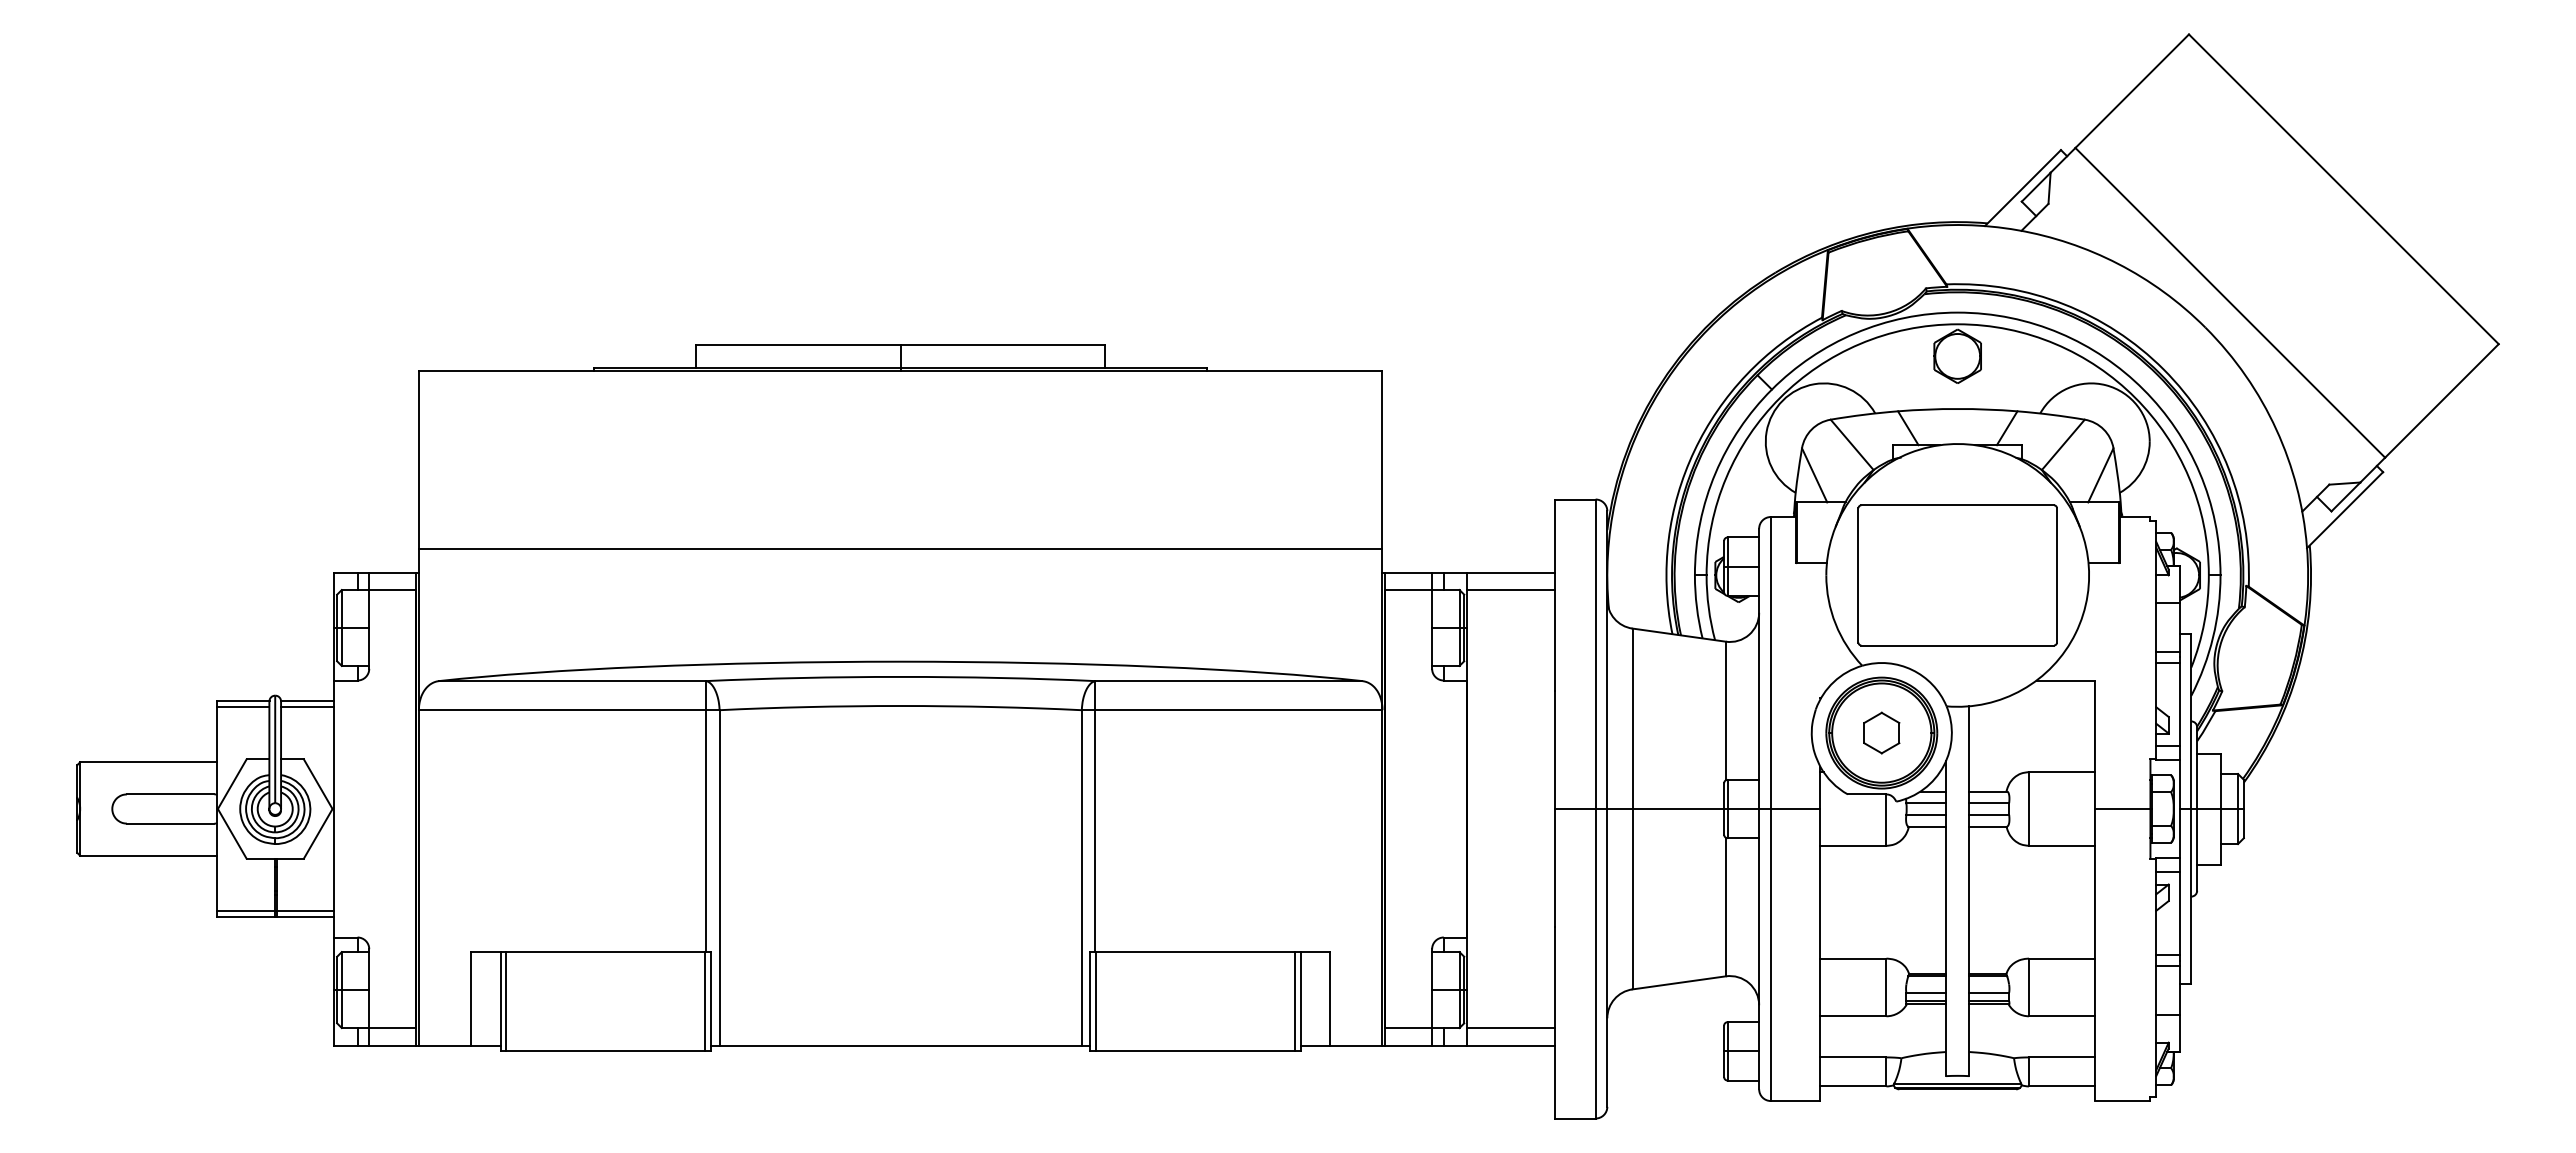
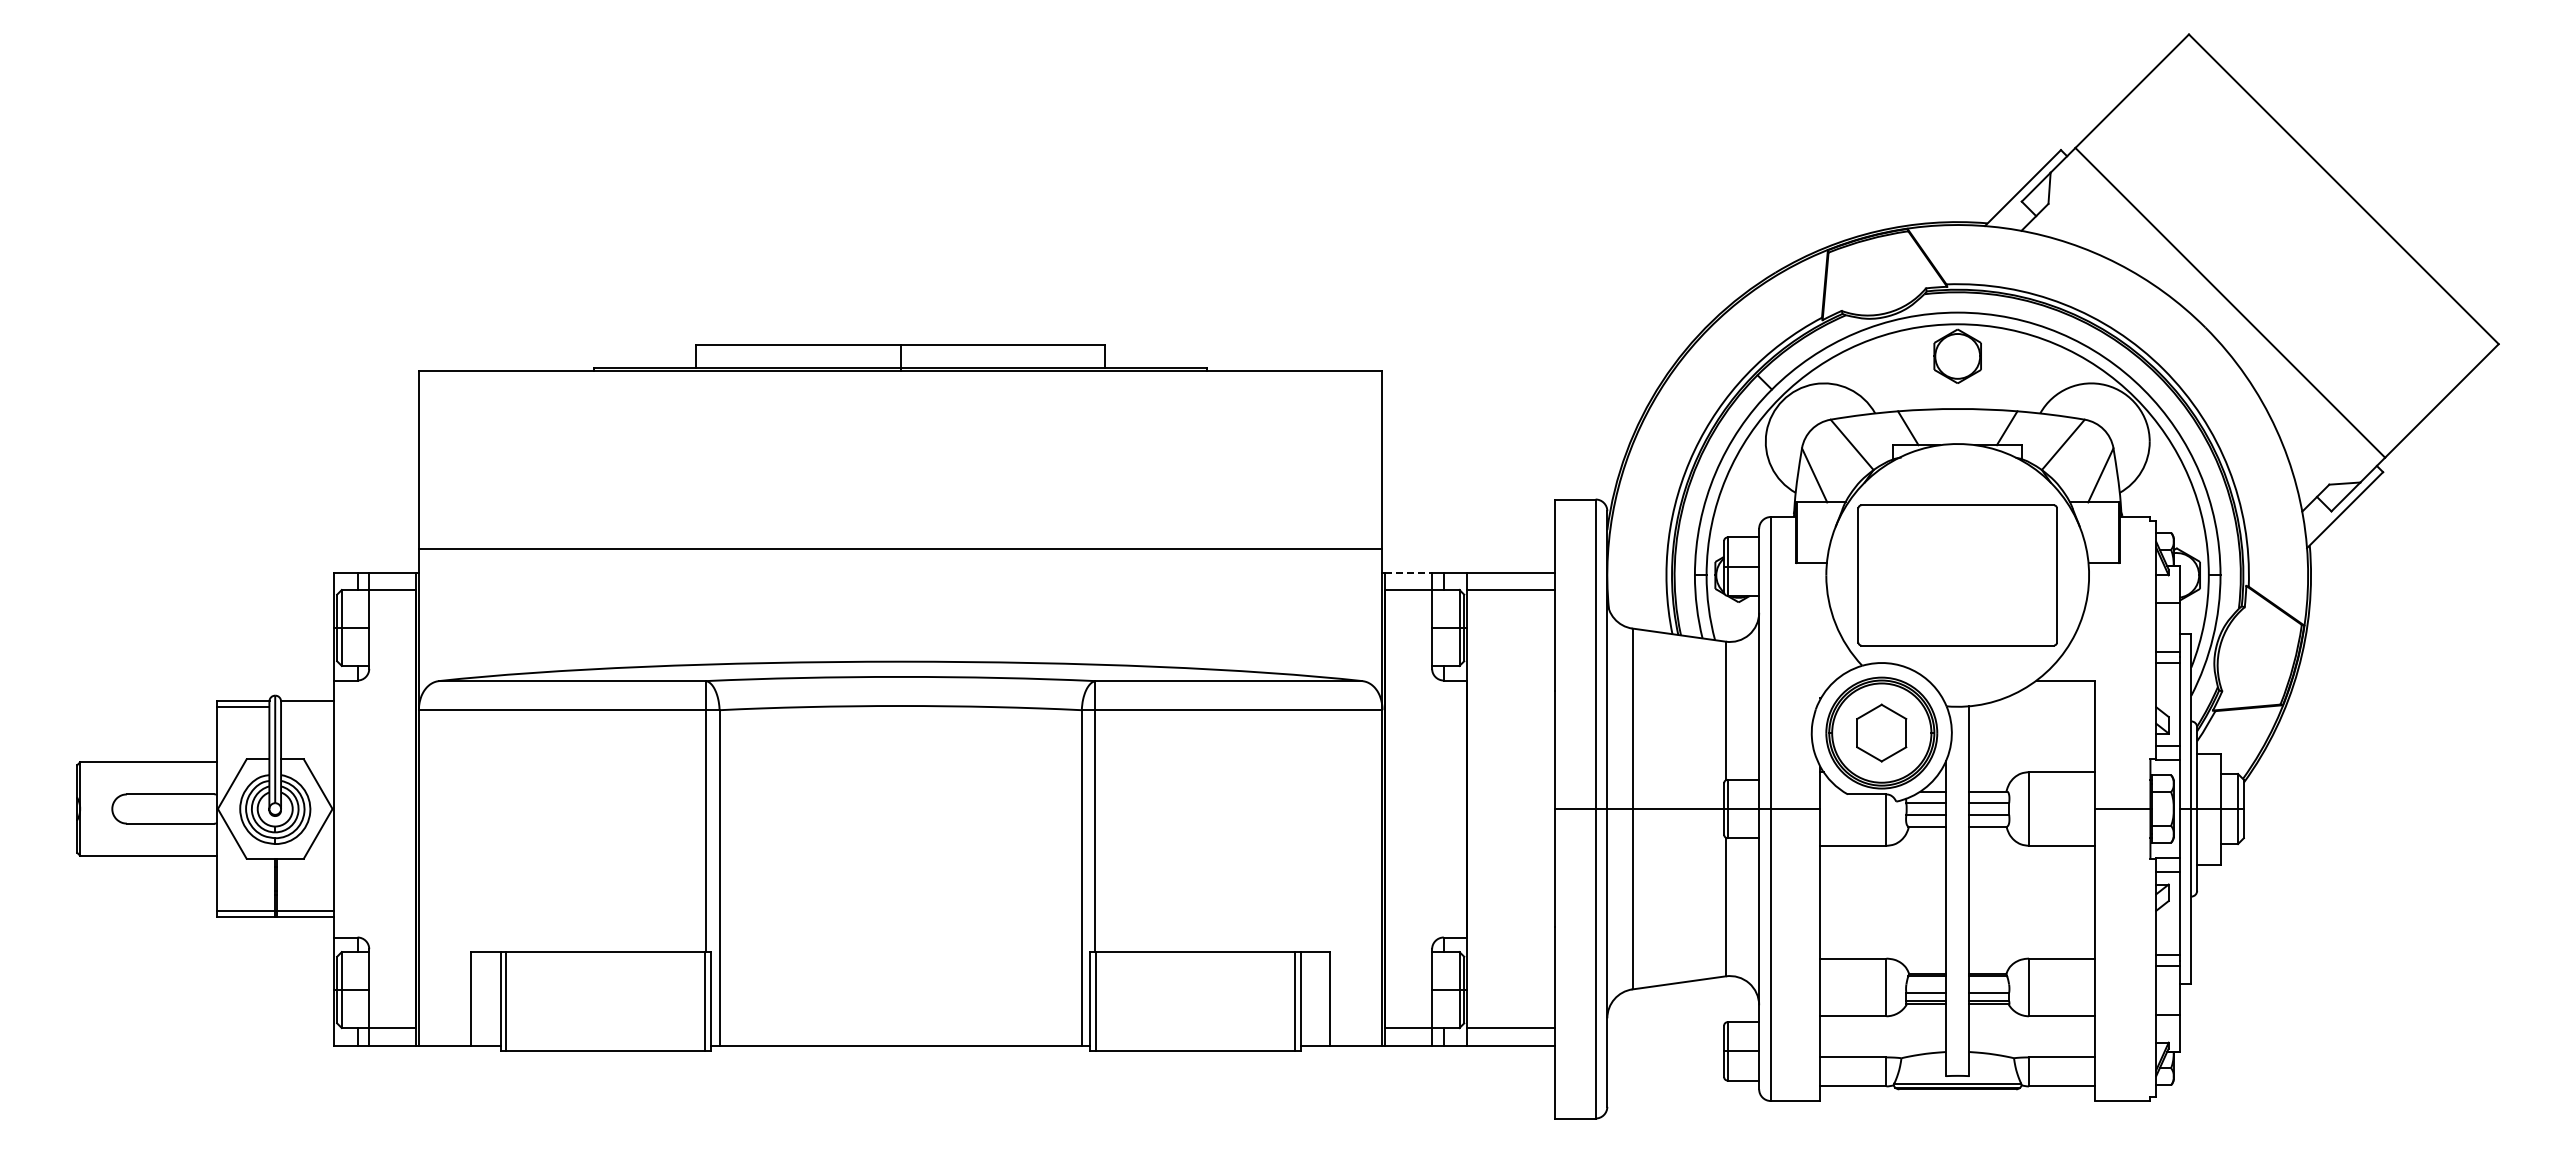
line at (1409, 572): solid -> dashed
line at (307, 706): present -> none
part at (1881, 732) size: 38x44 px -> 52x60 px
